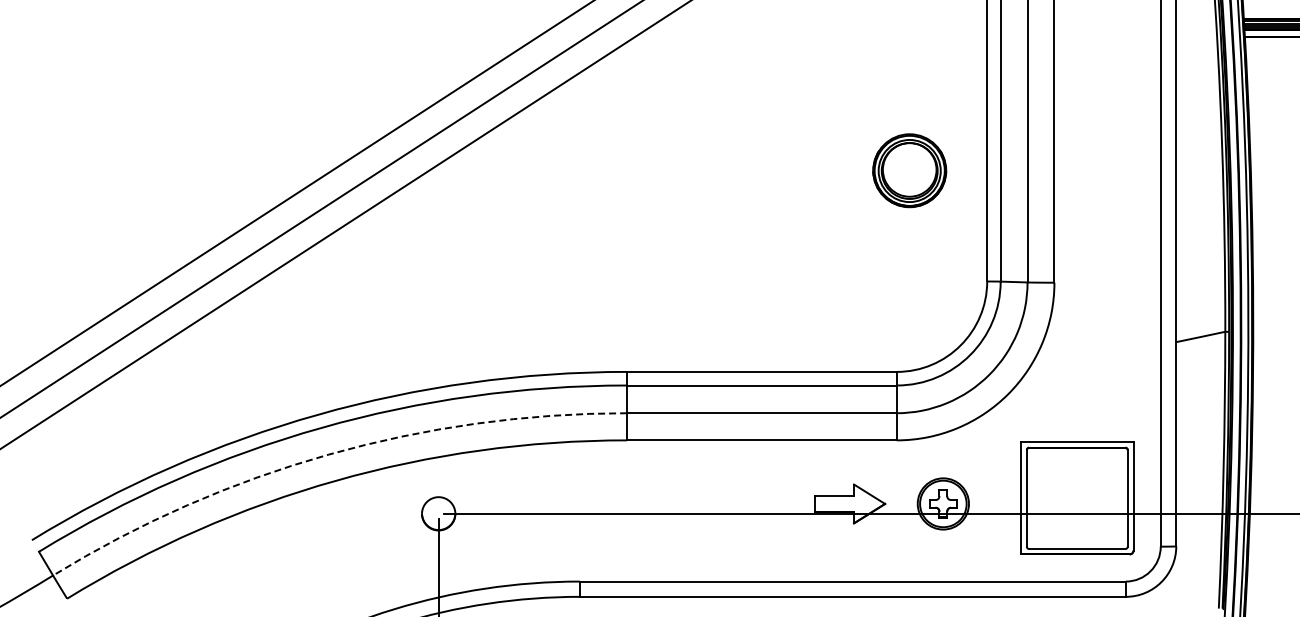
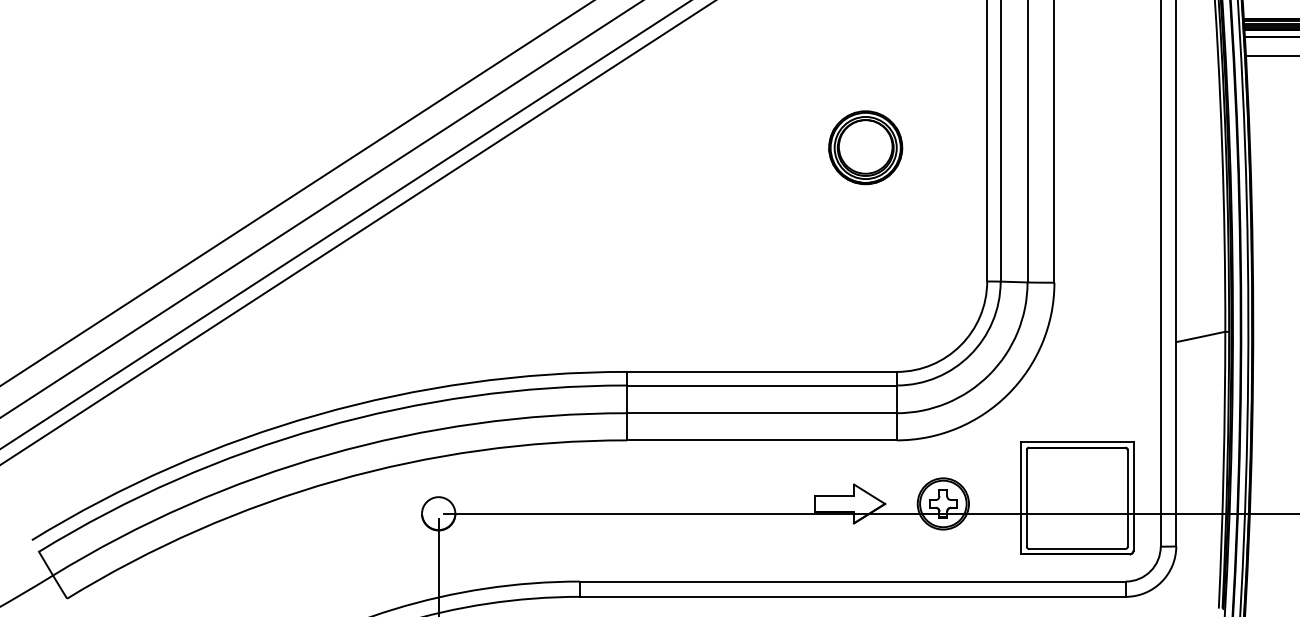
line at (1270, 55): none -> present
part at (909, 170) position: (909, 170) -> (865, 147)
line at (357, 232): none -> present
arc at (328, 454): dashed -> solid
